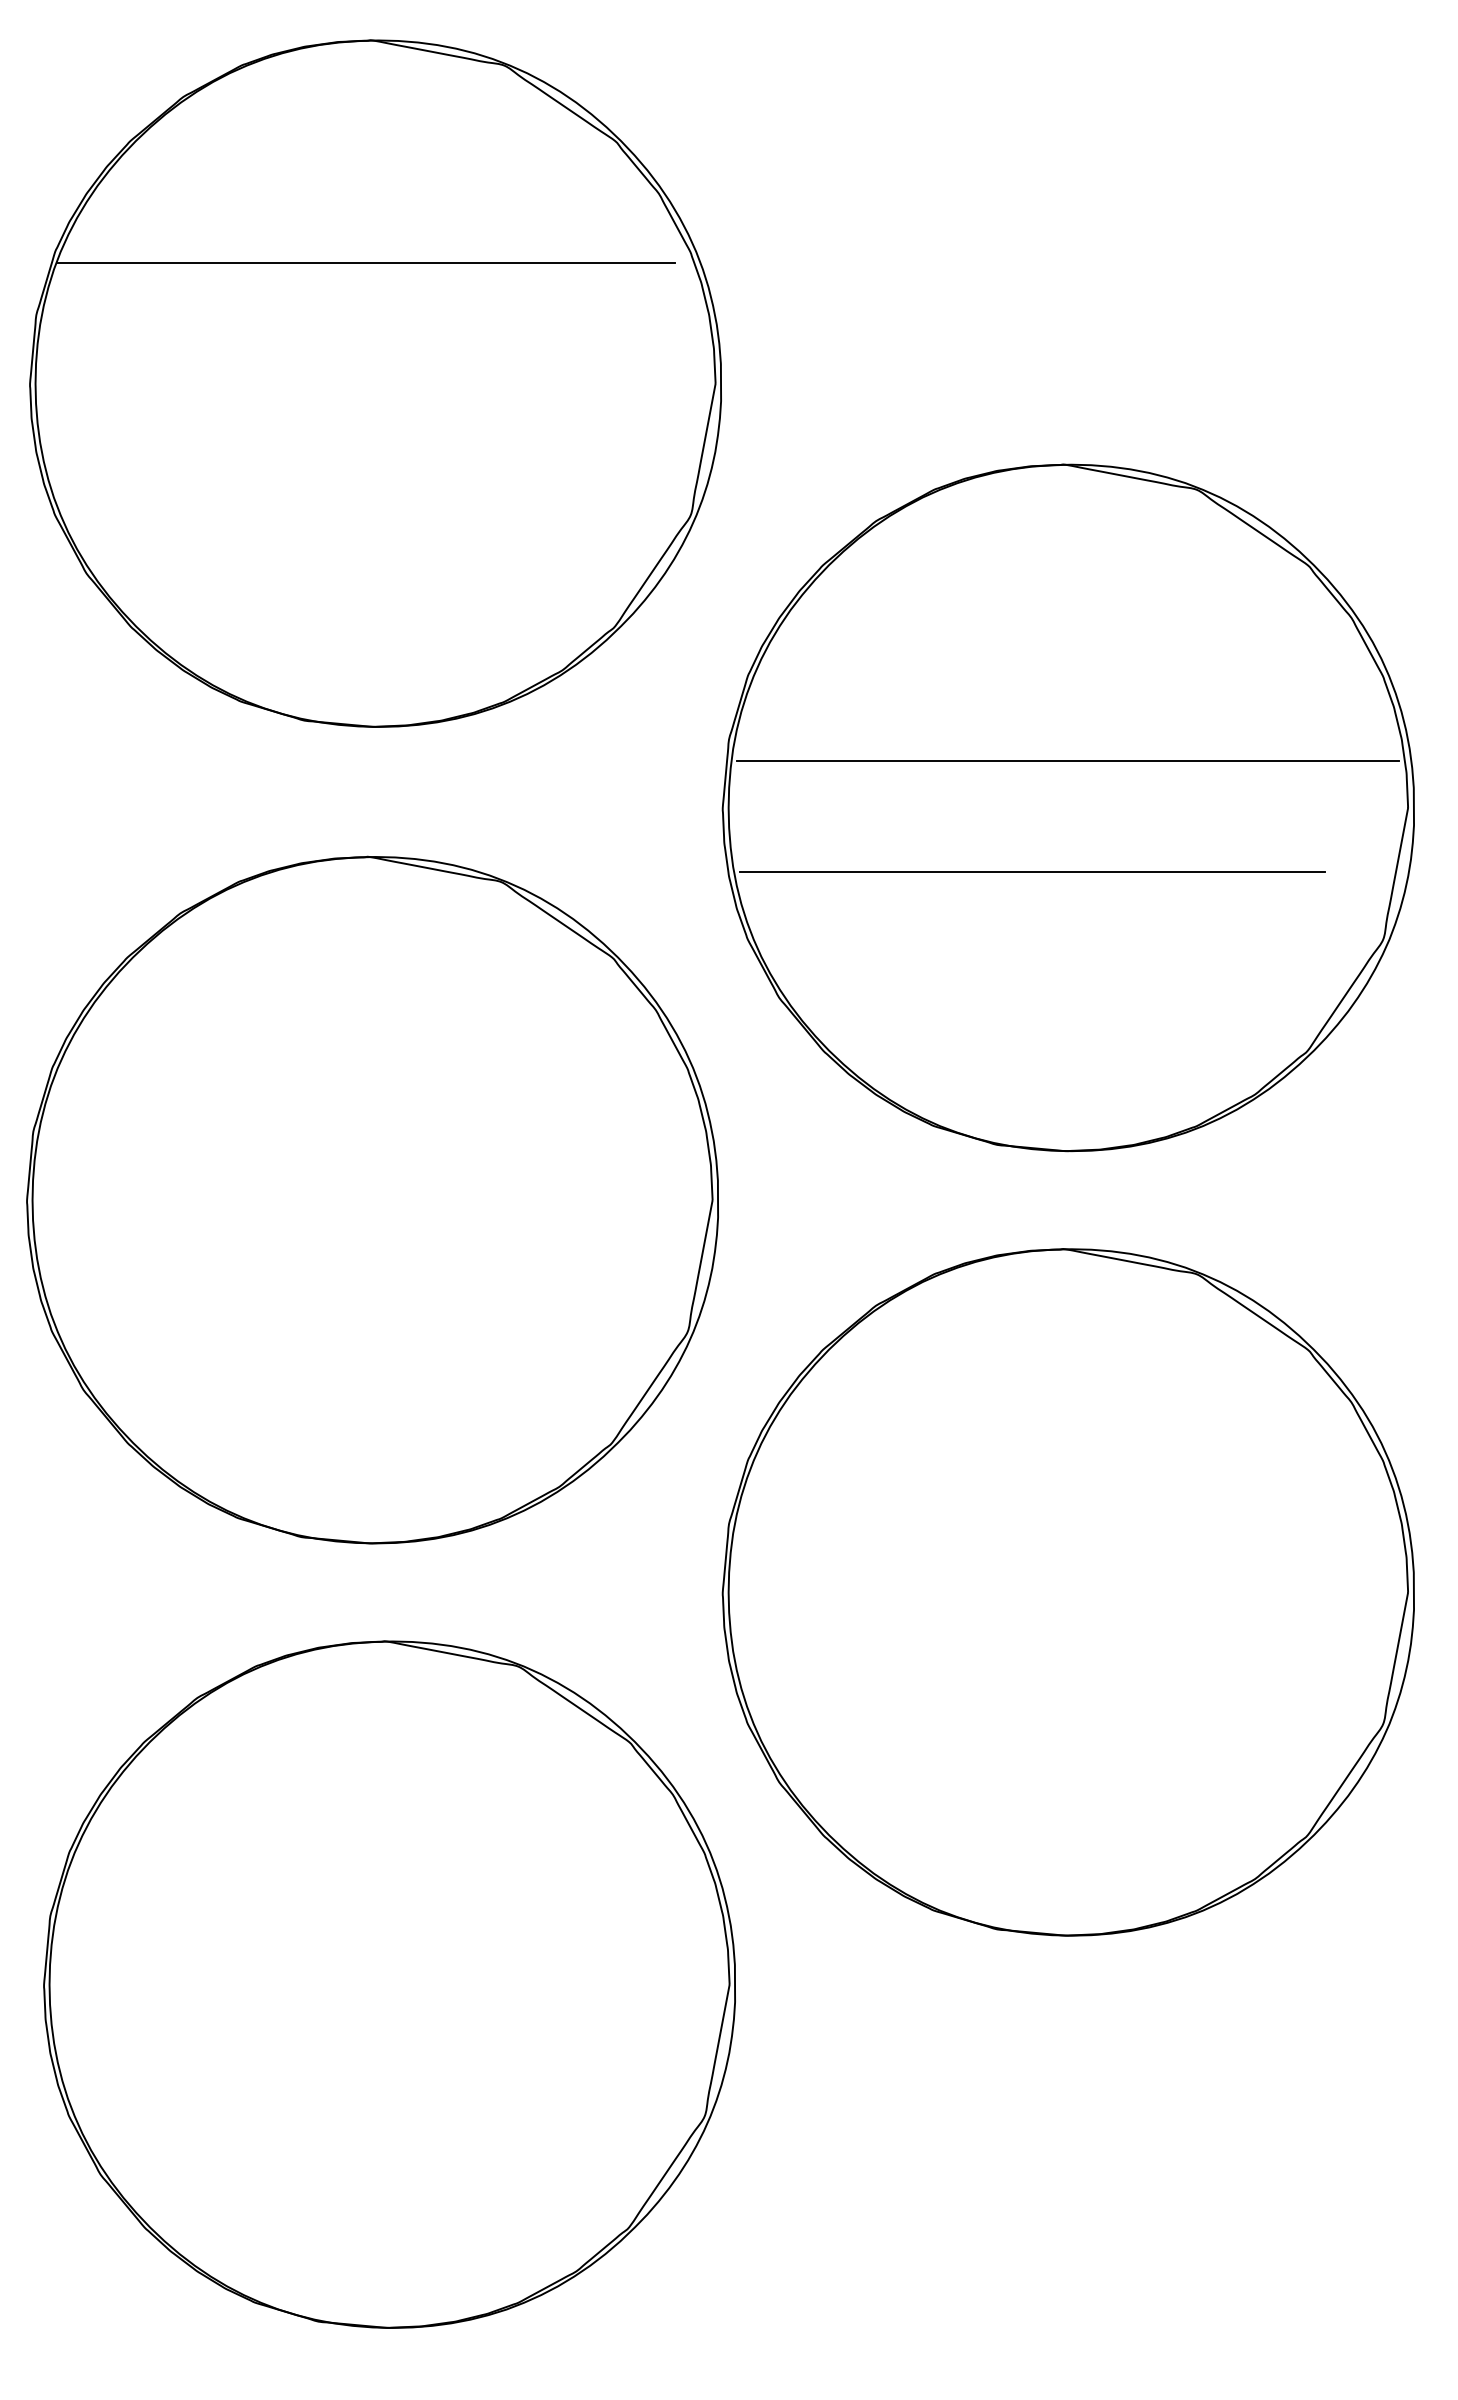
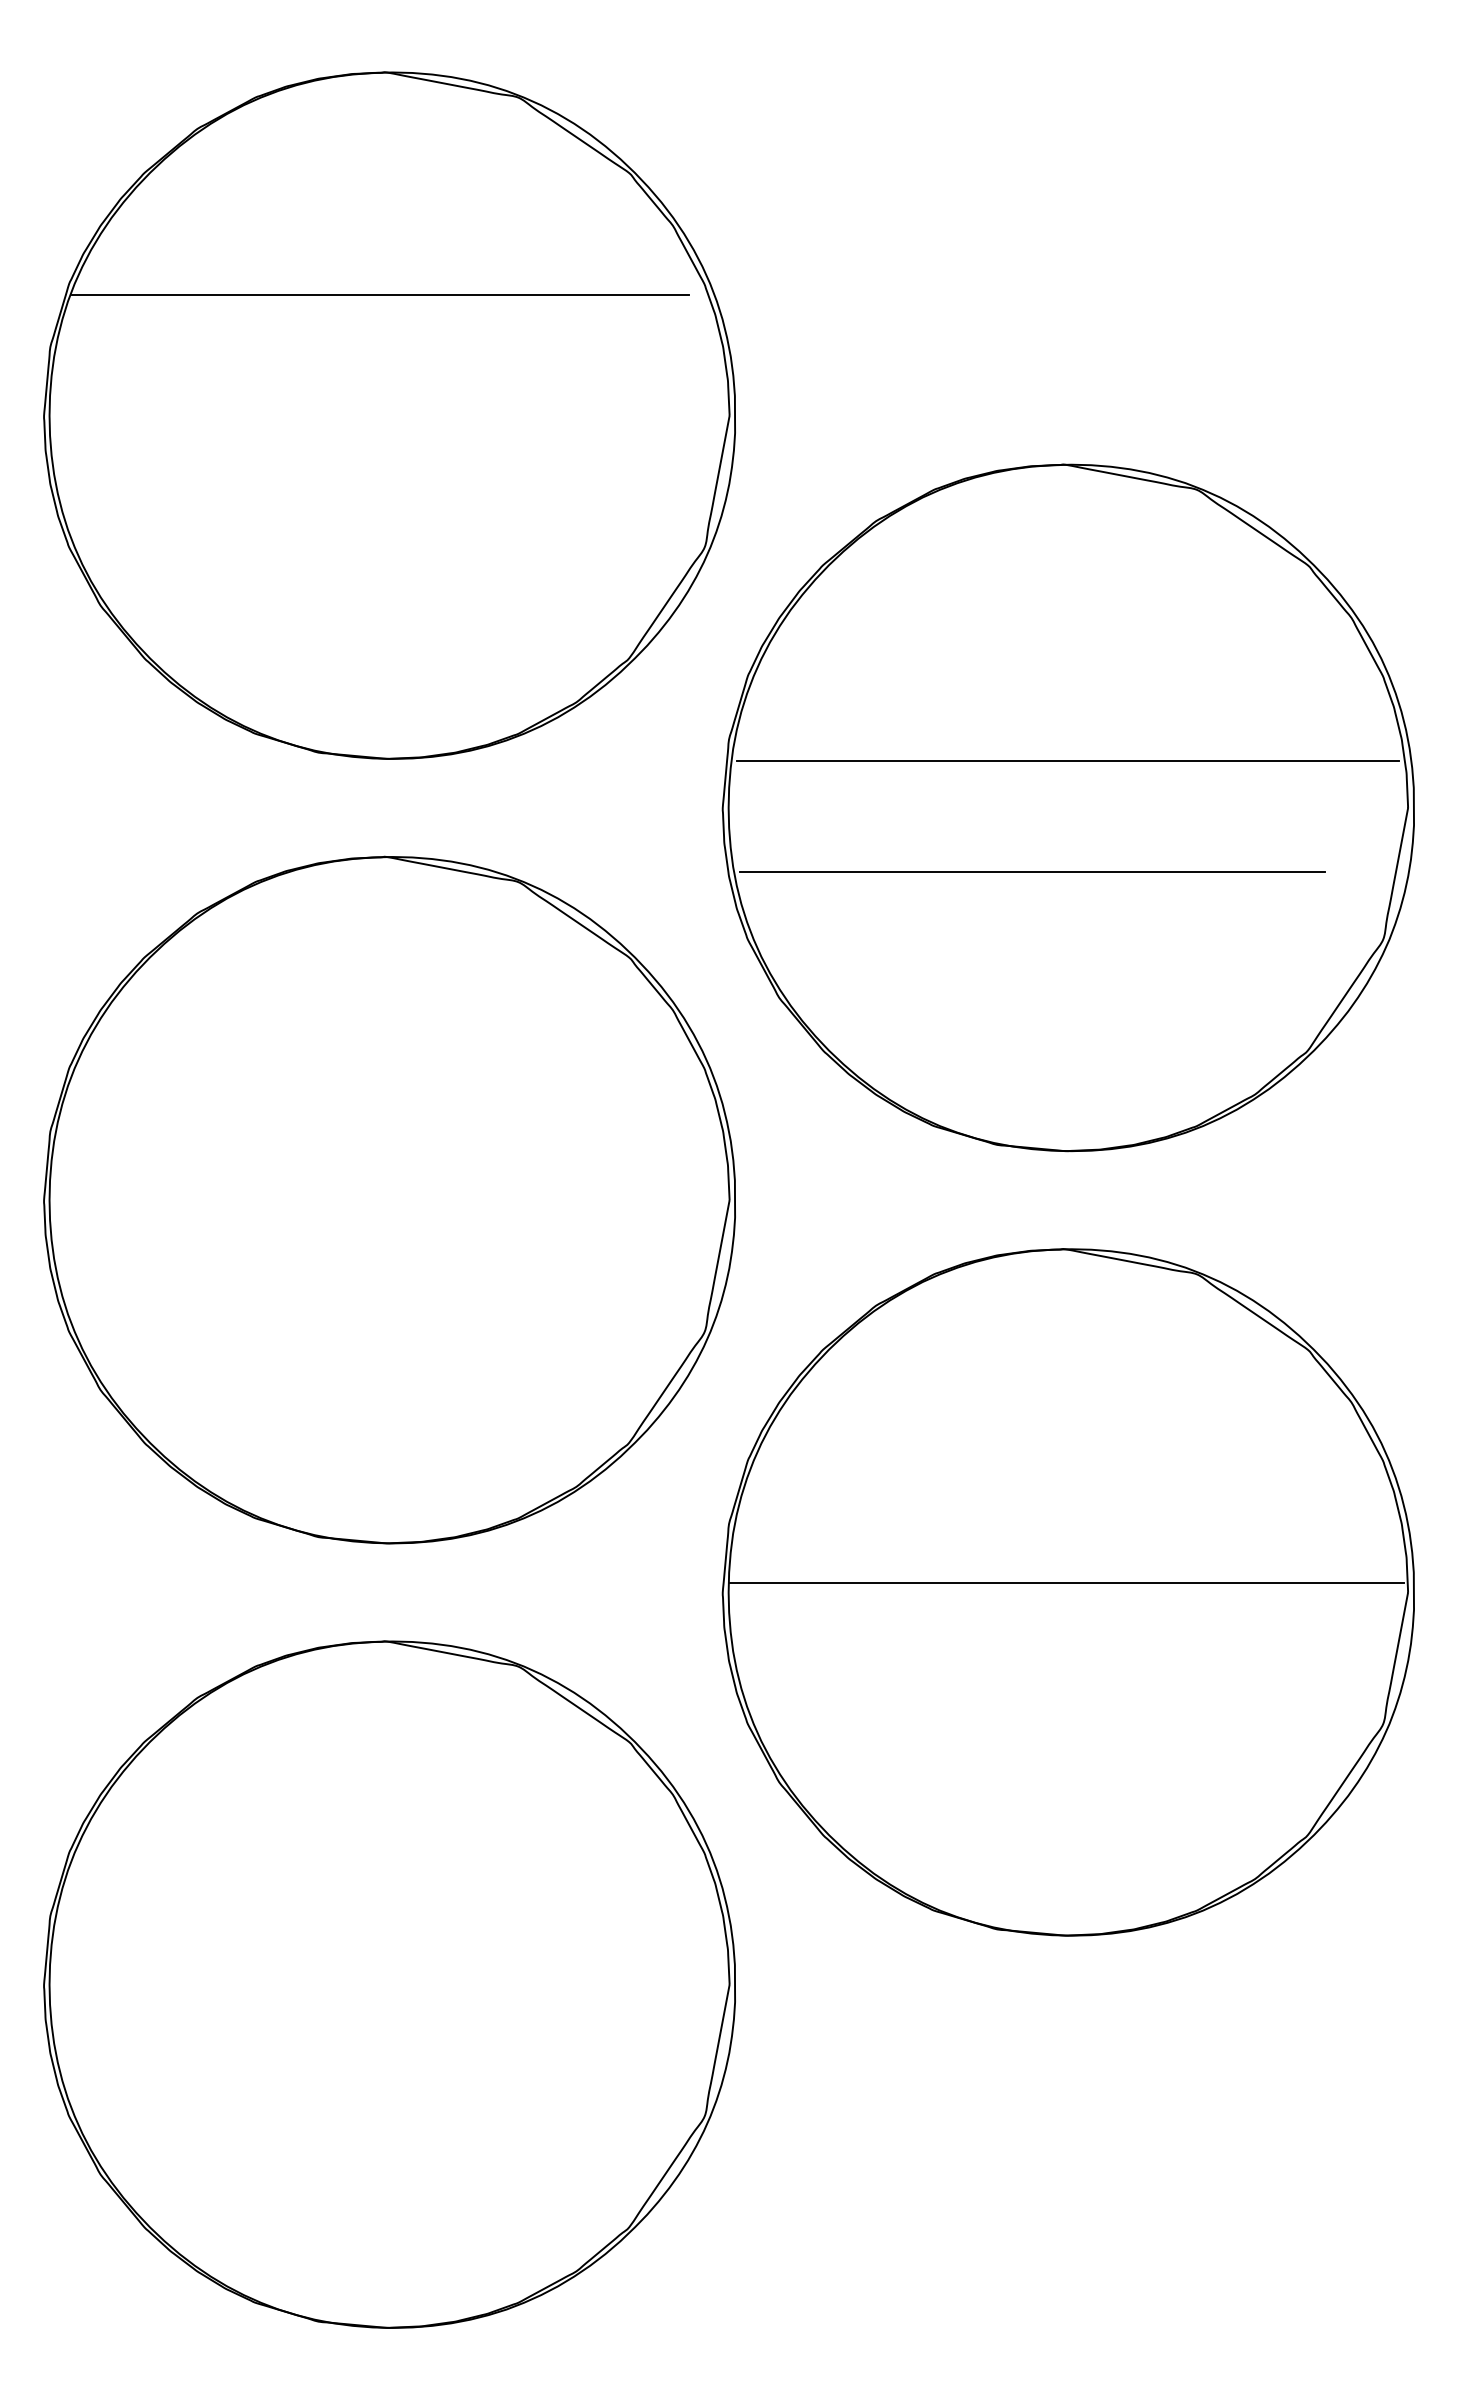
part at (375, 383) position: (375, 383) -> (389, 415)
part at (372, 1199) position: (372, 1199) -> (389, 1199)
line at (1066, 1582): none -> present
